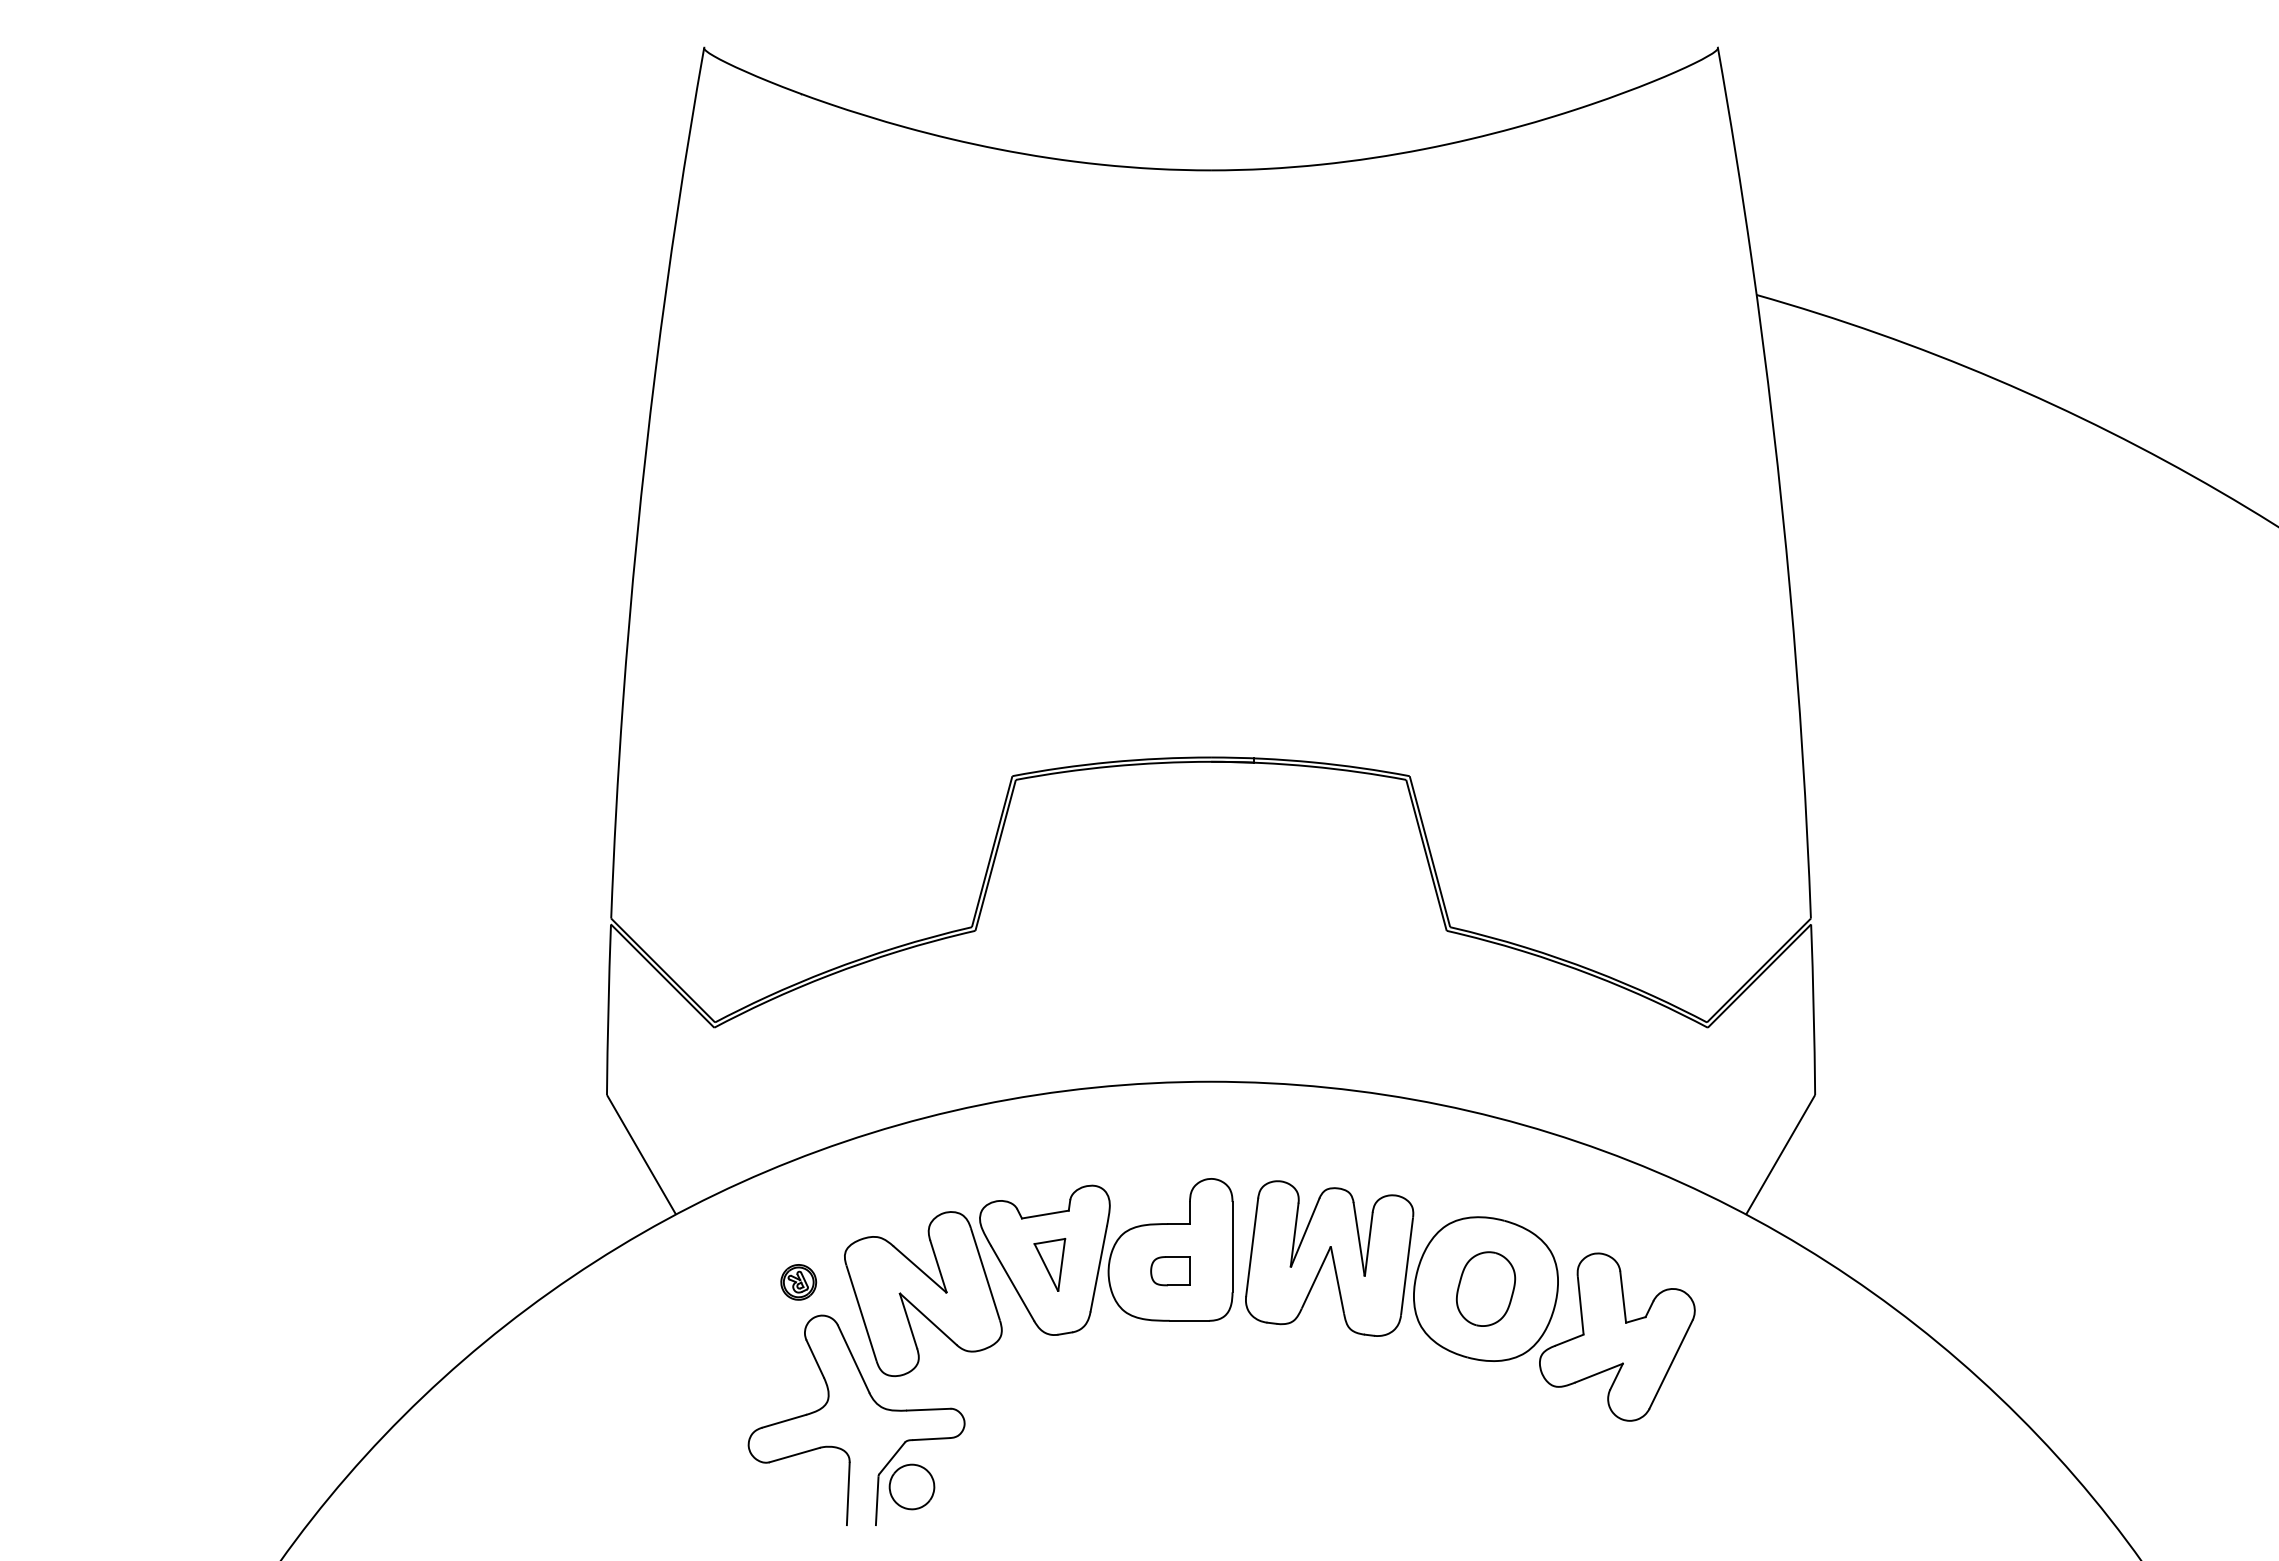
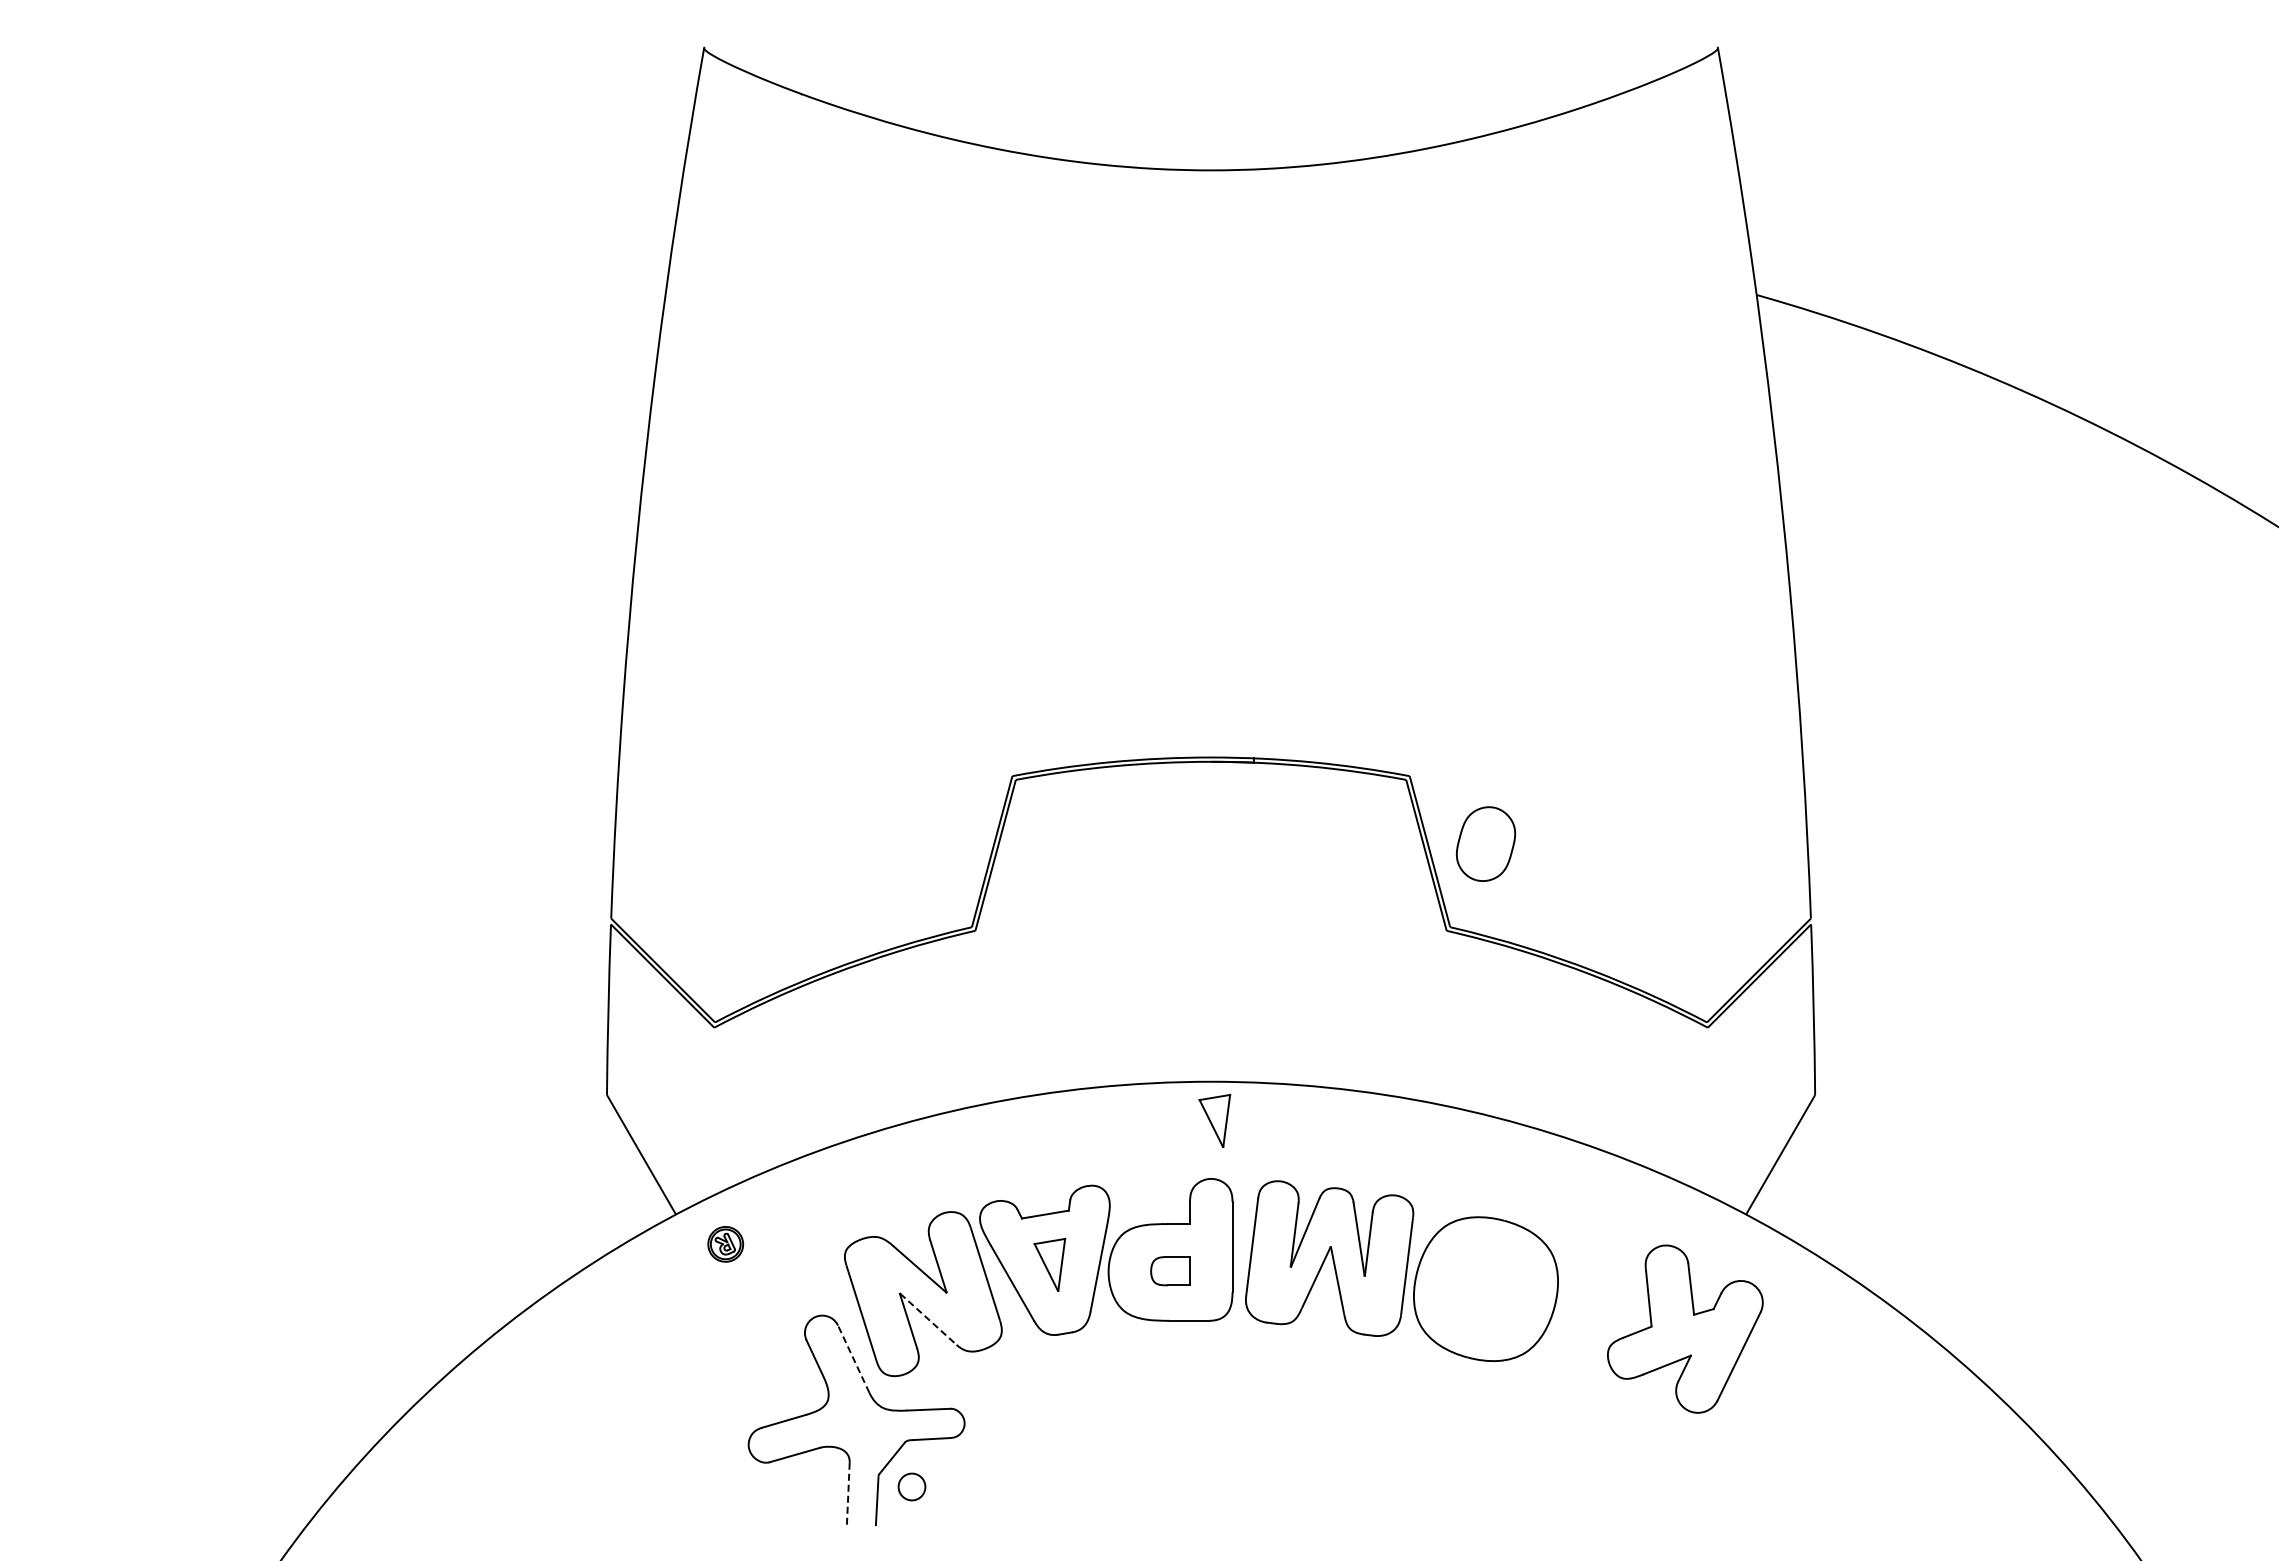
part at (1214, 1120): none -> present
part at (798, 1282) position: (798, 1282) -> (725, 1244)
part at (1485, 1288) position: (1485, 1288) -> (1485, 843)
line at (928, 1319): solid -> dashed
part at (1617, 1336) position: (1617, 1336) -> (1685, 1328)
line at (853, 1358): solid -> dashed
part at (911, 1486) size: 48x48 px -> 30x30 px
line at (848, 1494): solid -> dashed
